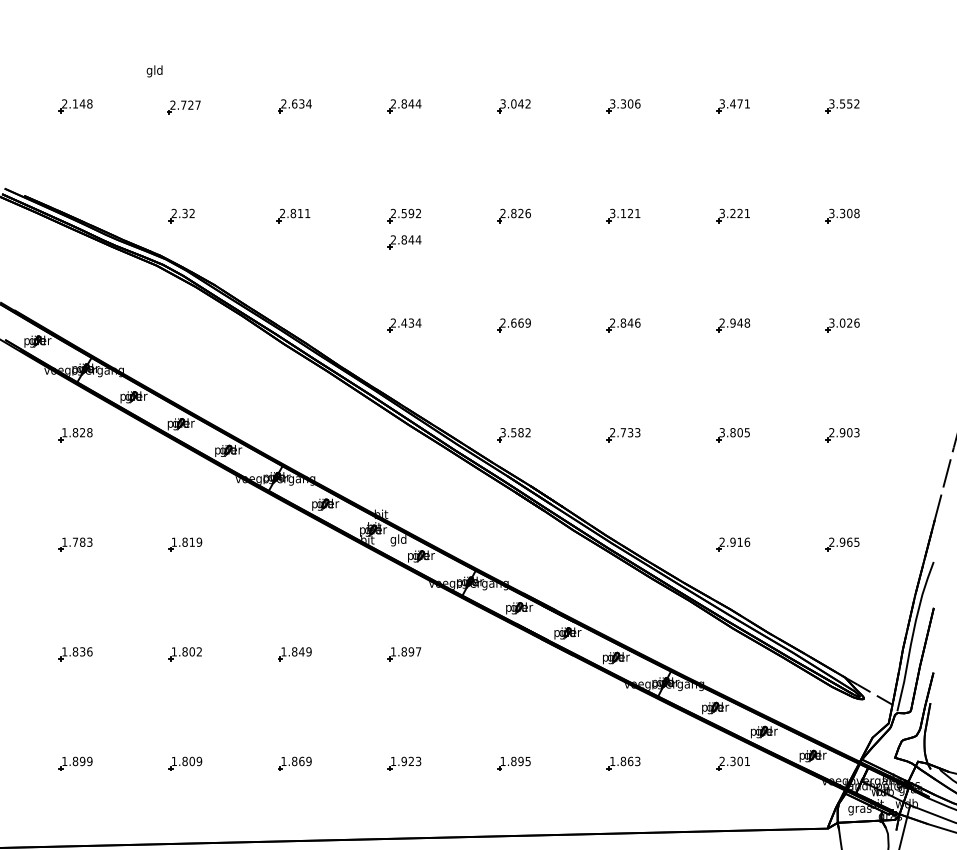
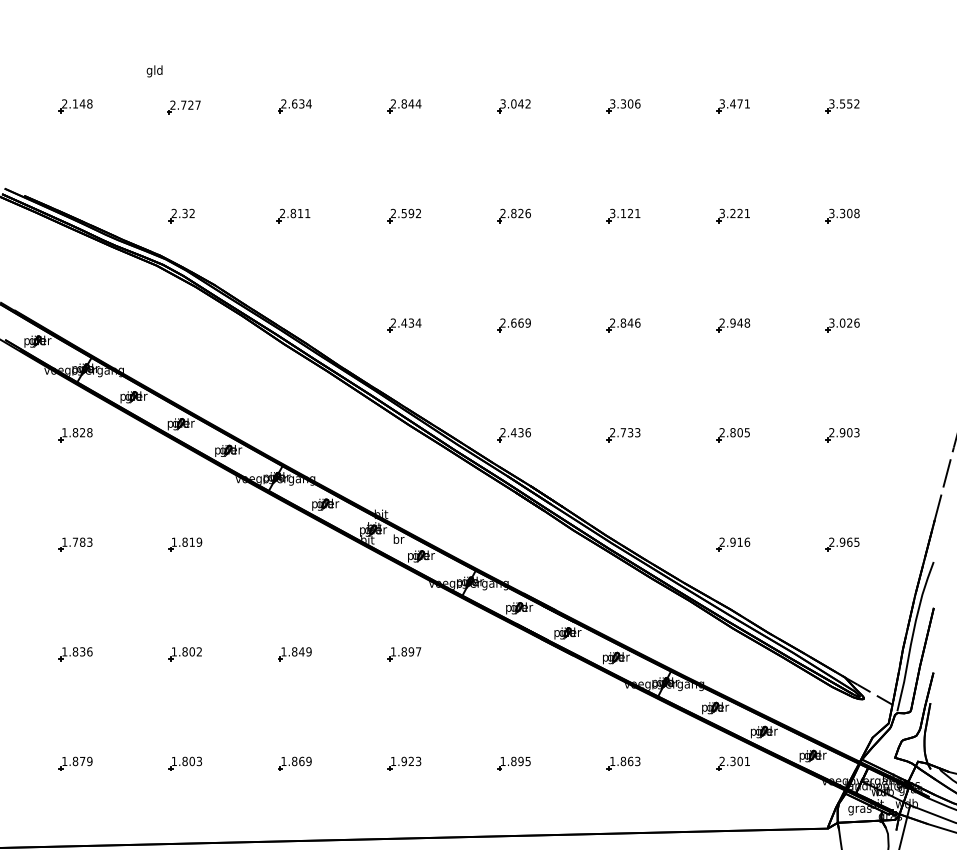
part at (404, 242): present -> none
text at (515, 432): 3.582 -> 2.436
text at (721, 432): 3.805 -> 2.805
text at (398, 540): gld -> br
text at (199, 760): 1.809 -> 1.803
text at (82, 761): 1.899 -> 1.879
